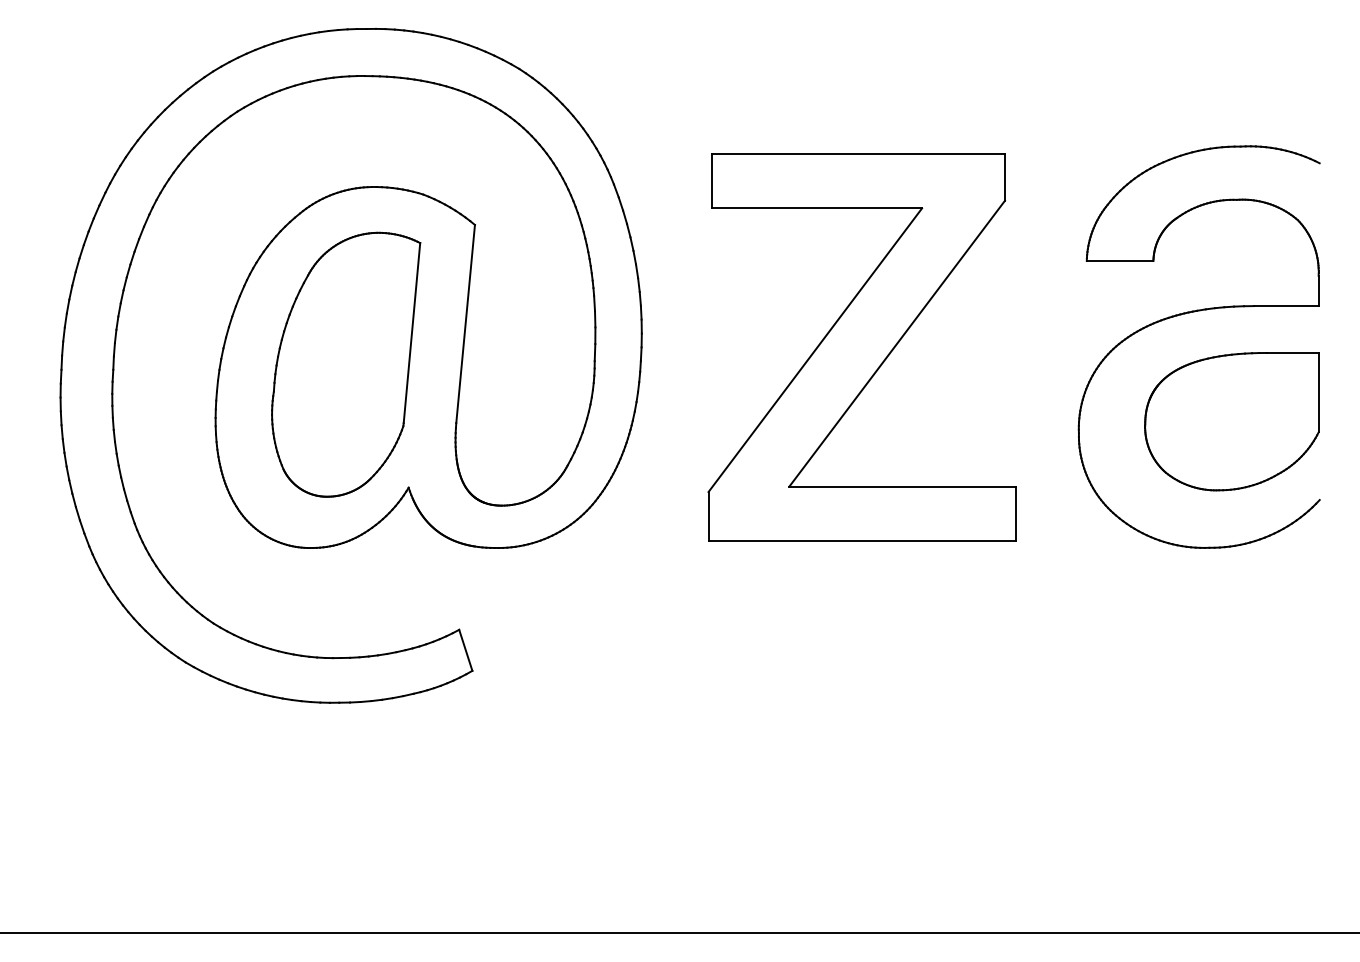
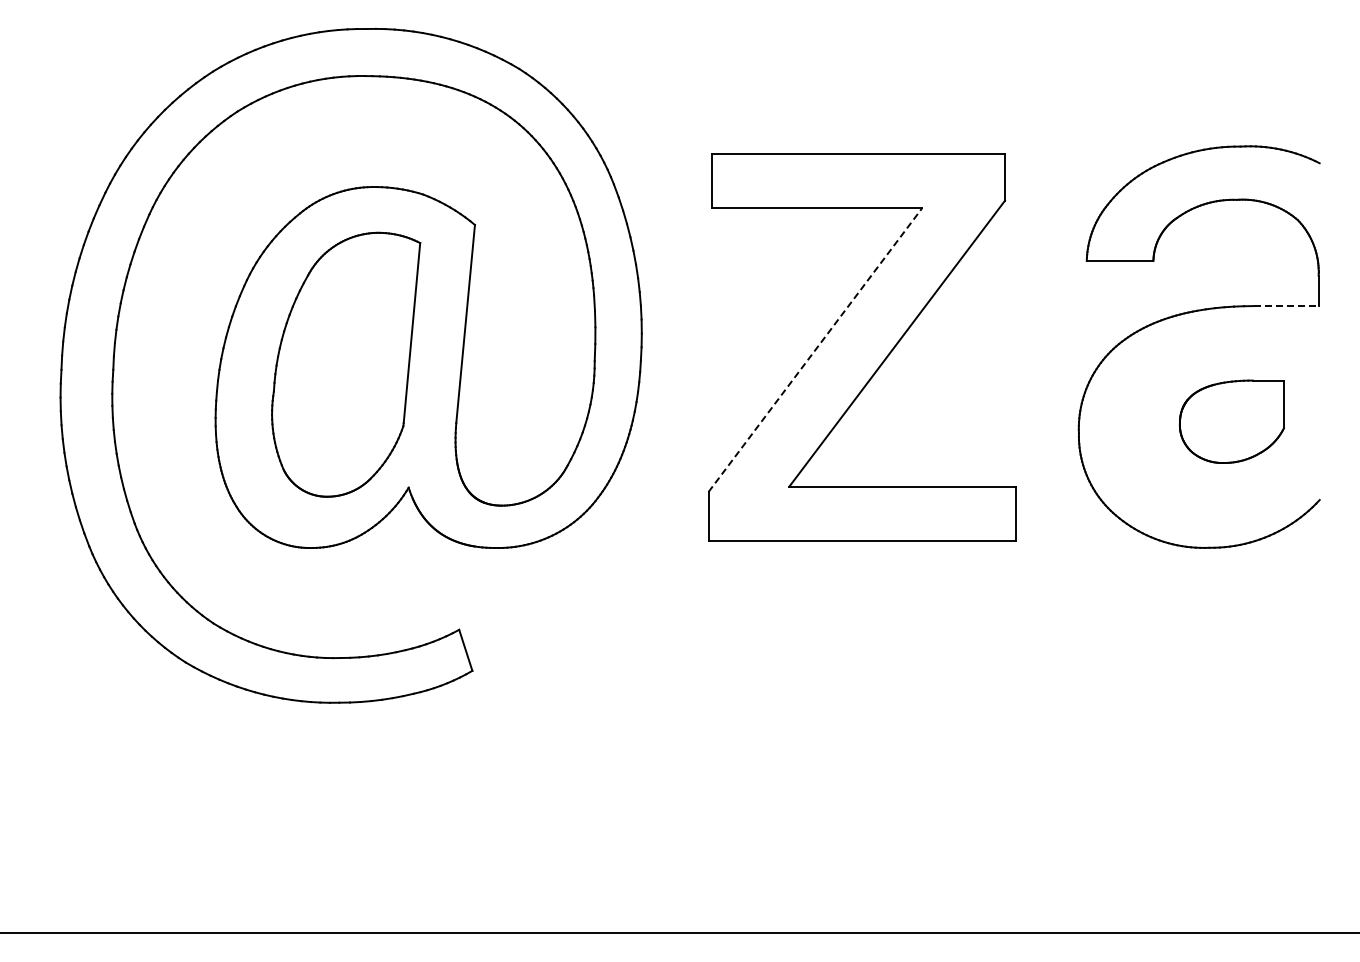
line at (1286, 306): solid -> dashed
line at (815, 350): solid -> dashed
part at (1231, 421) size: 176x140 px -> 106x85 px
